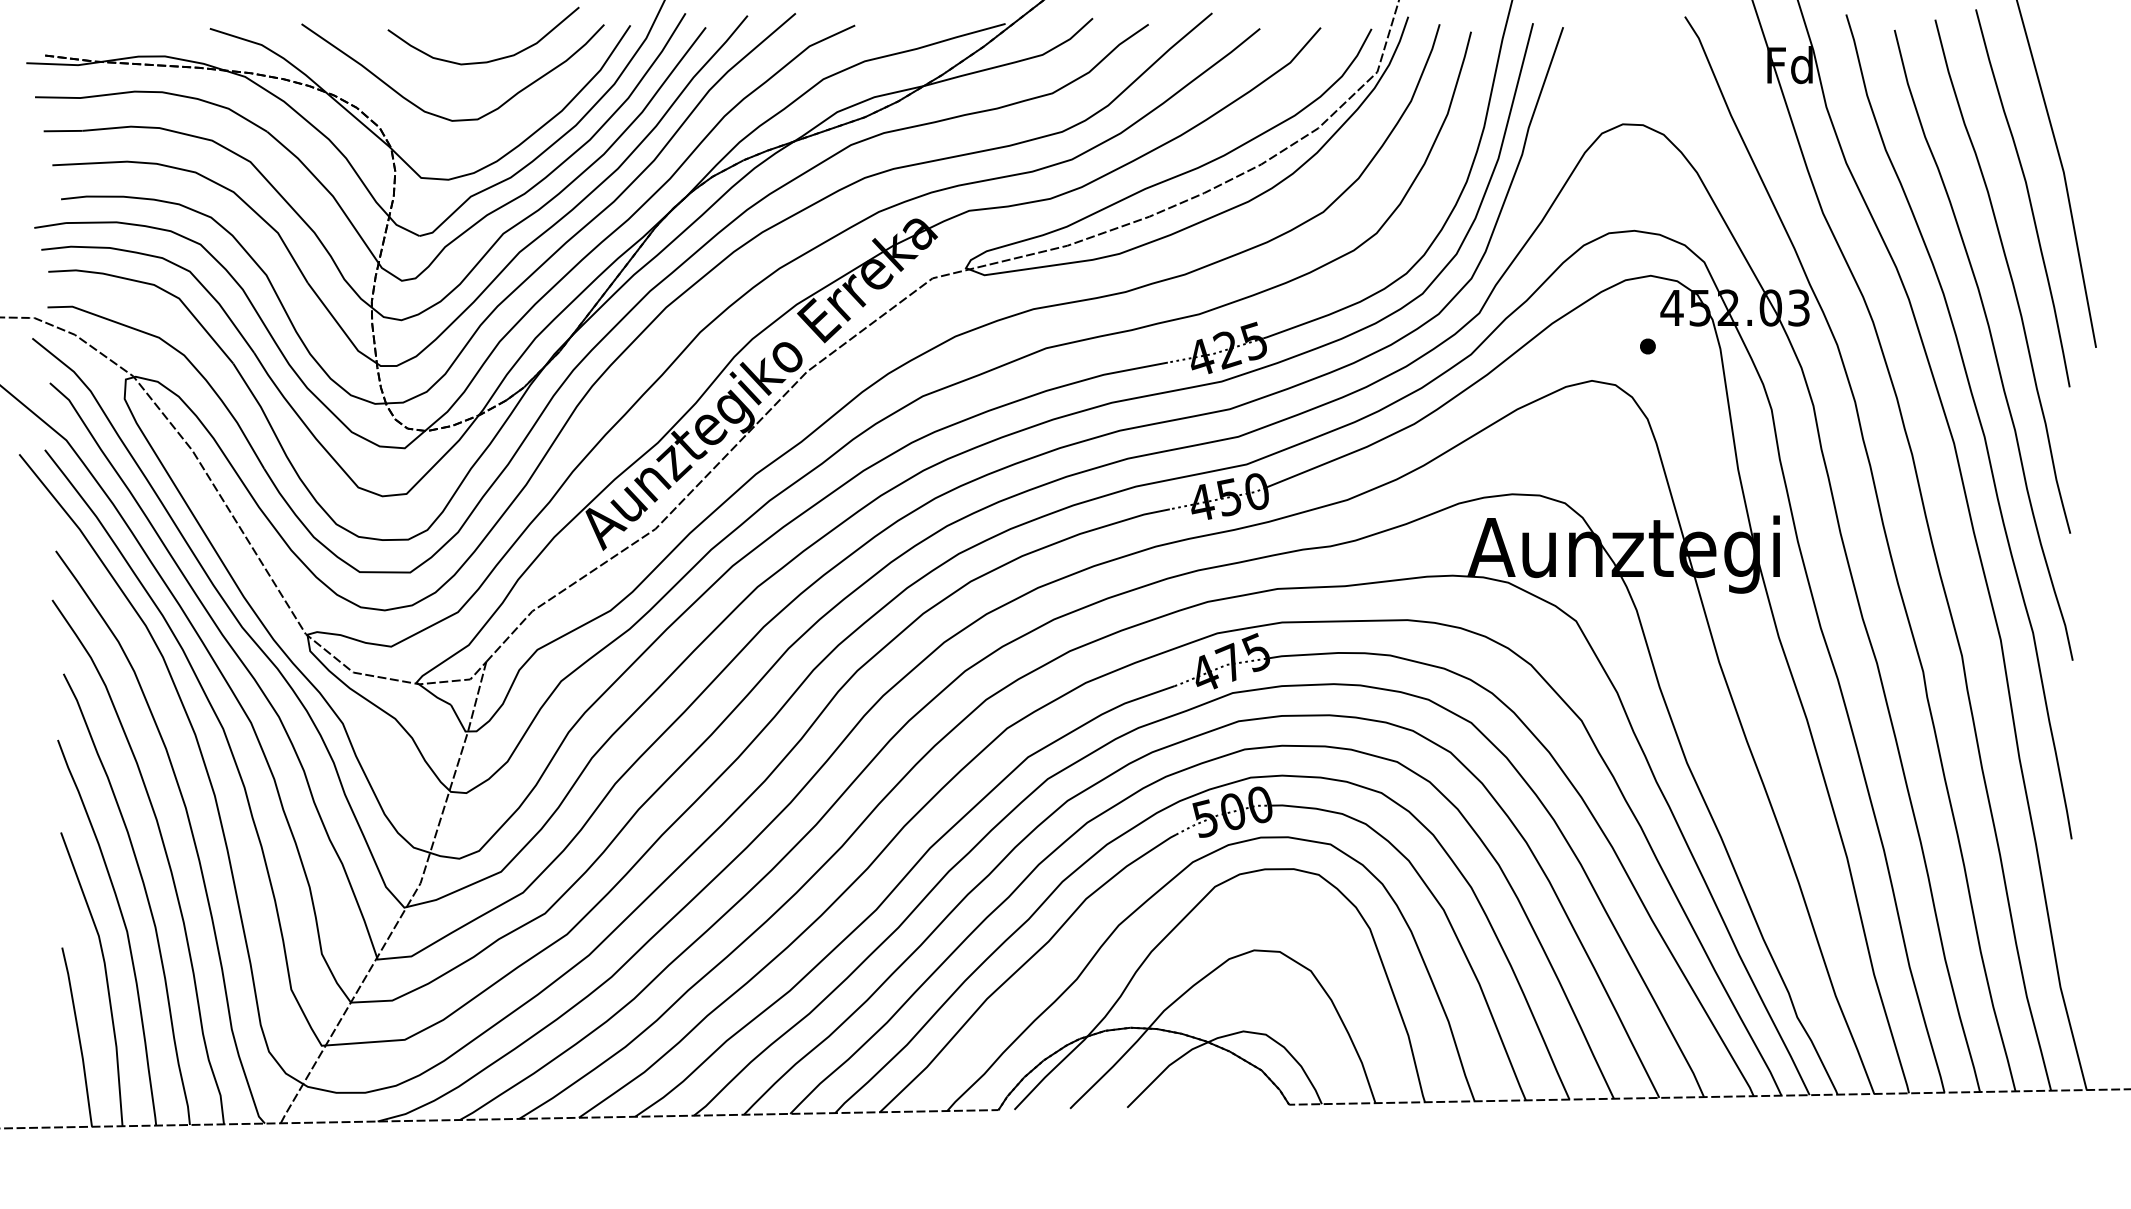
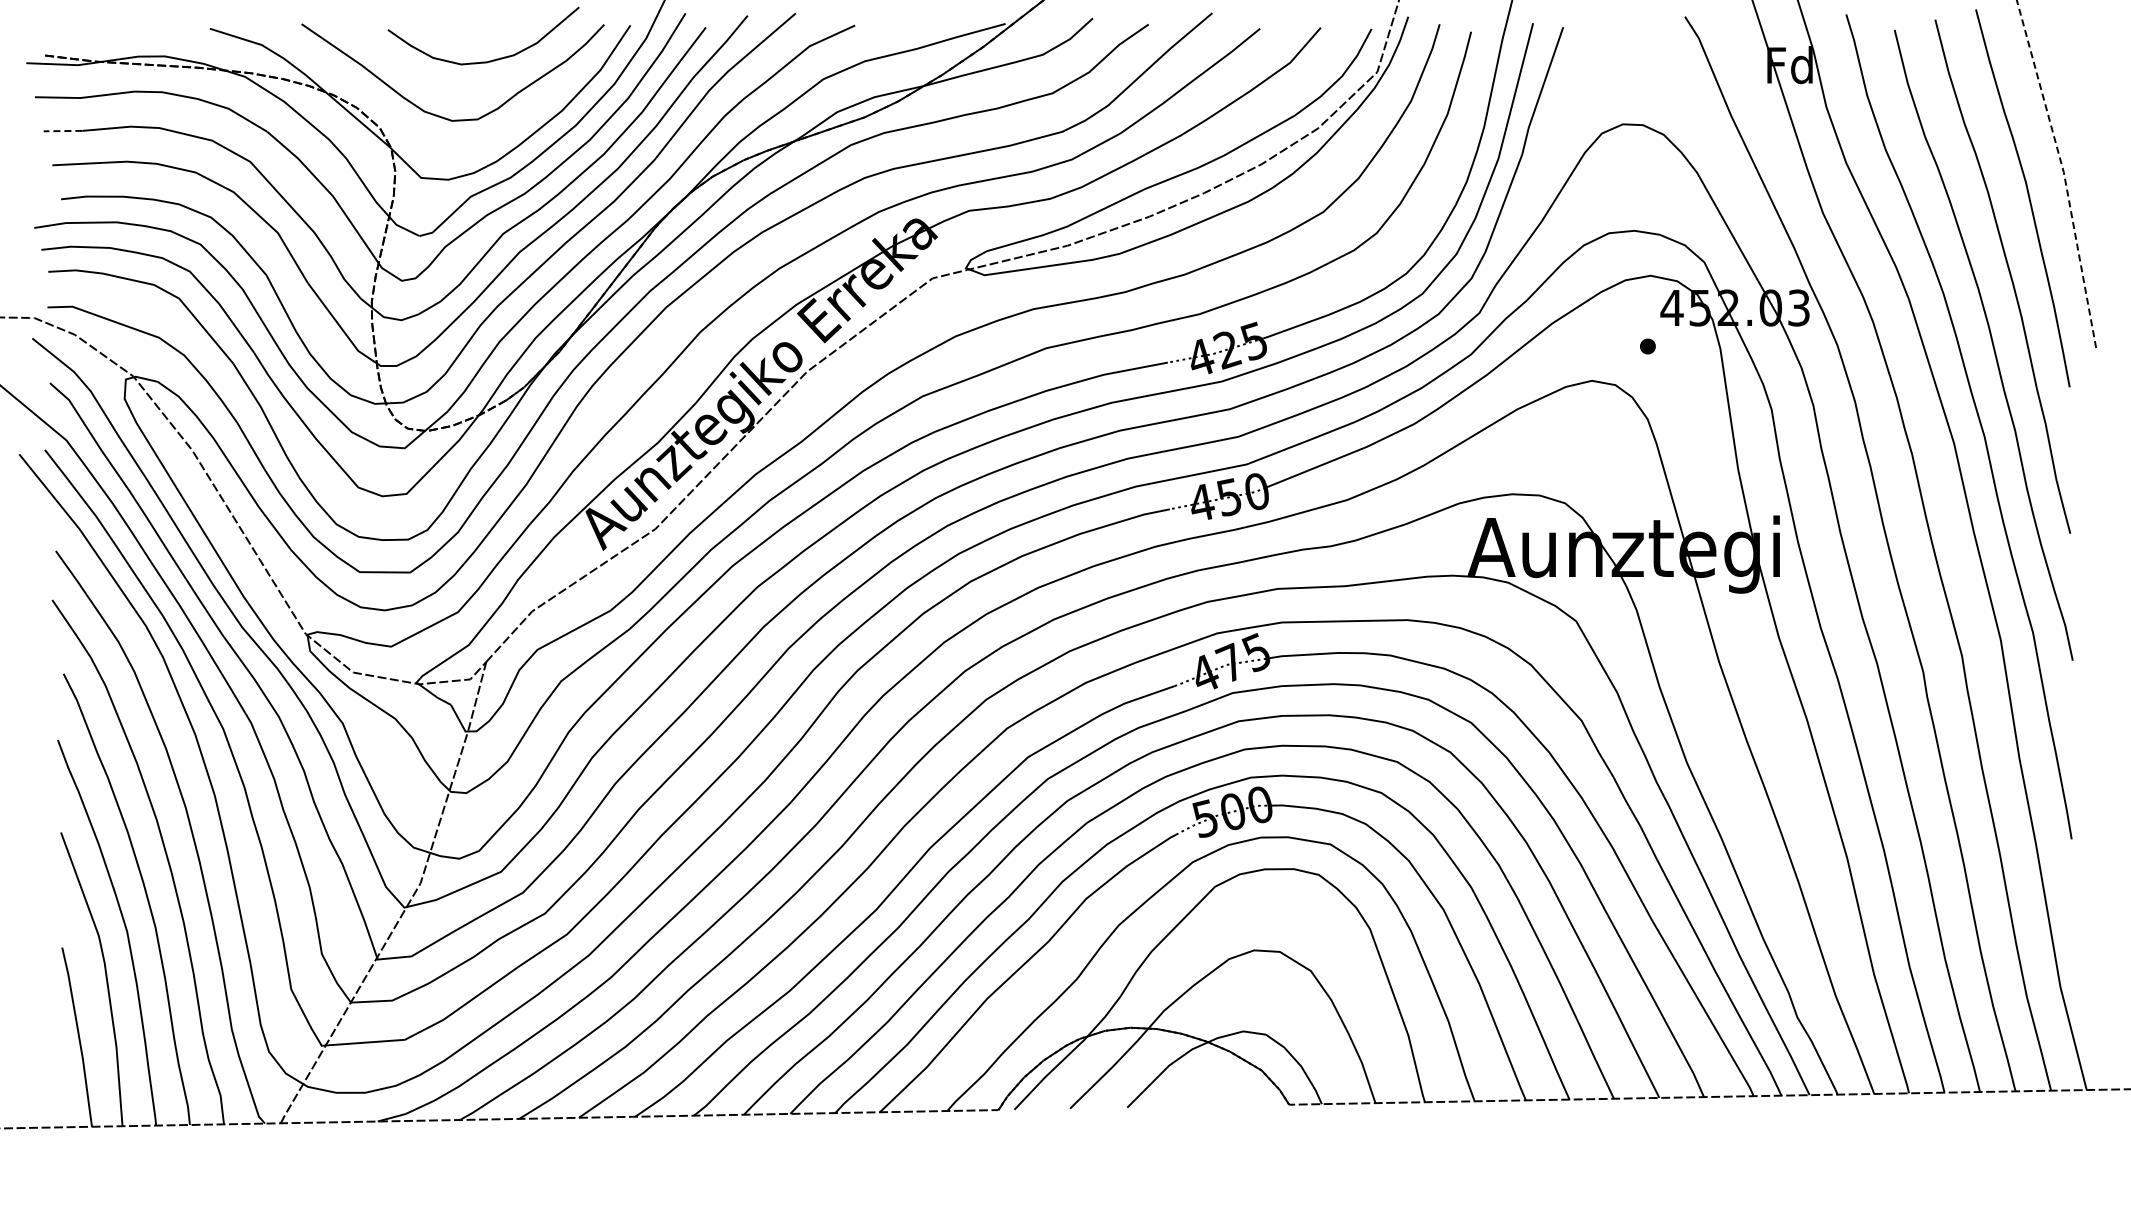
line at (62, 131): solid -> dashed
line at (2063, 172): solid -> dashed
